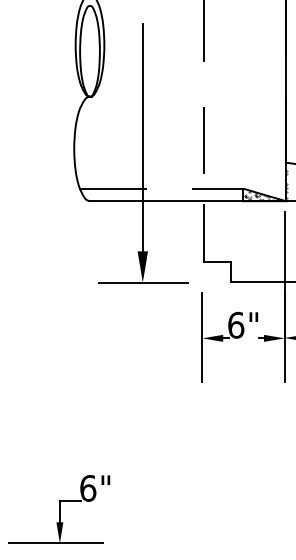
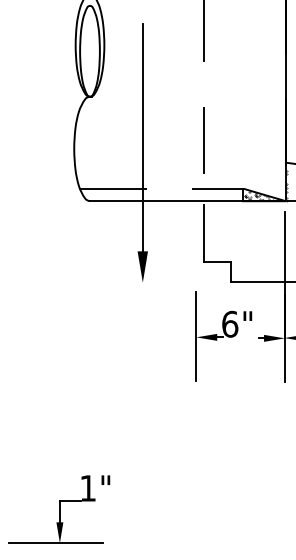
line at (143, 282): present -> none
part at (229, 337) position: (229, 337) -> (223, 336)
text at (88, 488): 6" -> 1"
